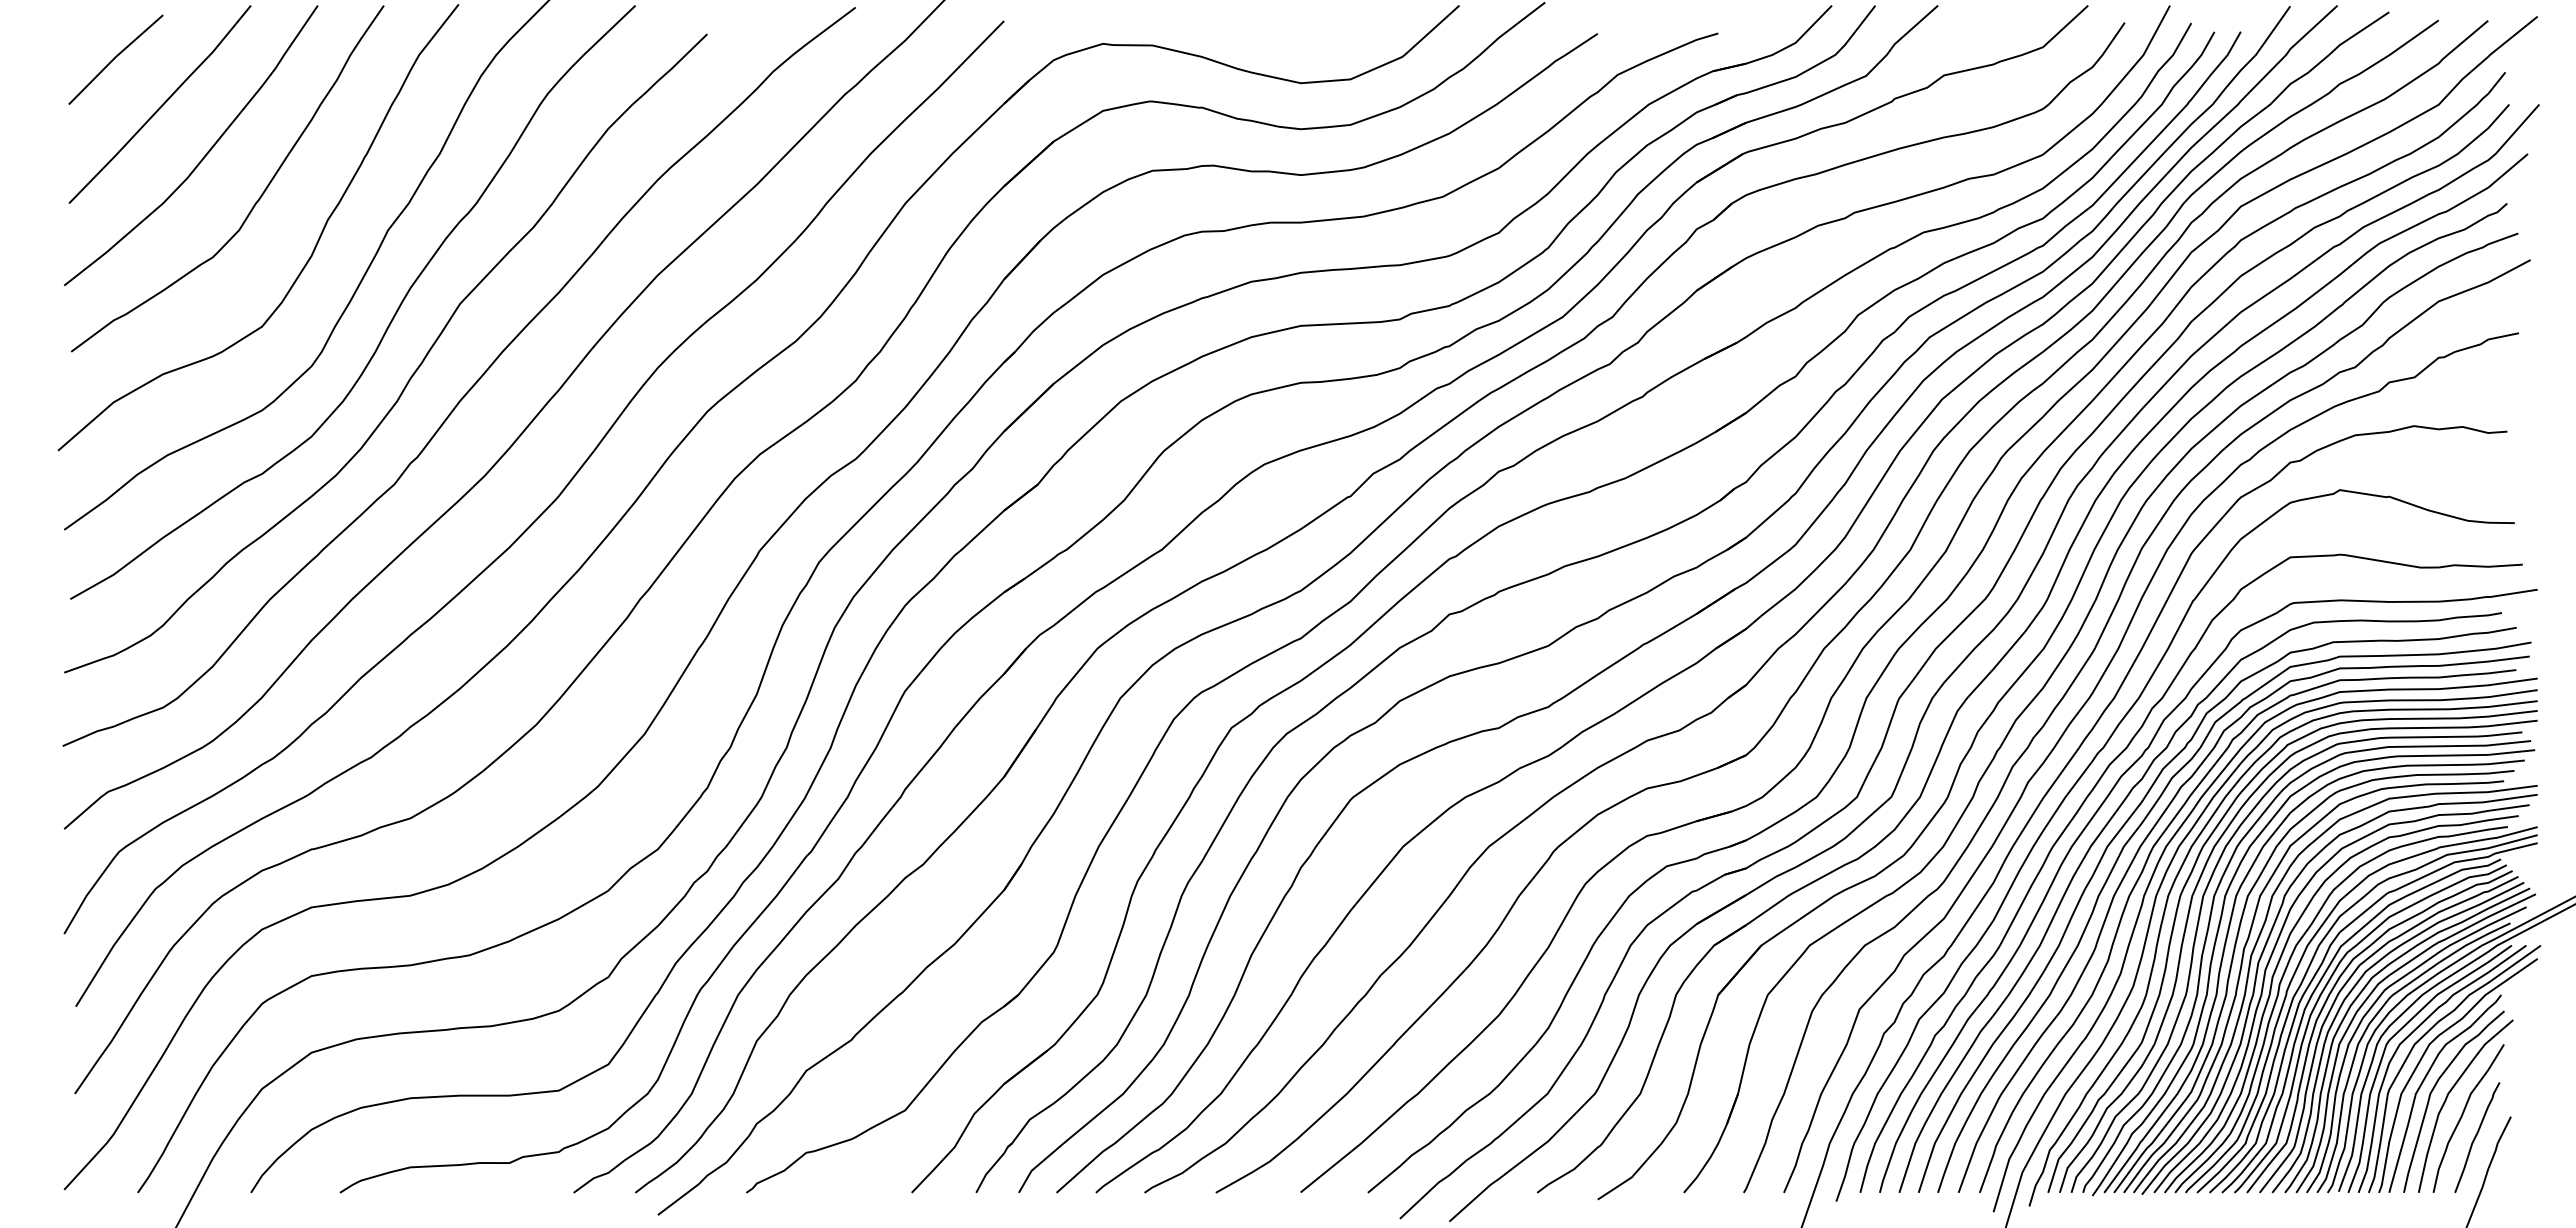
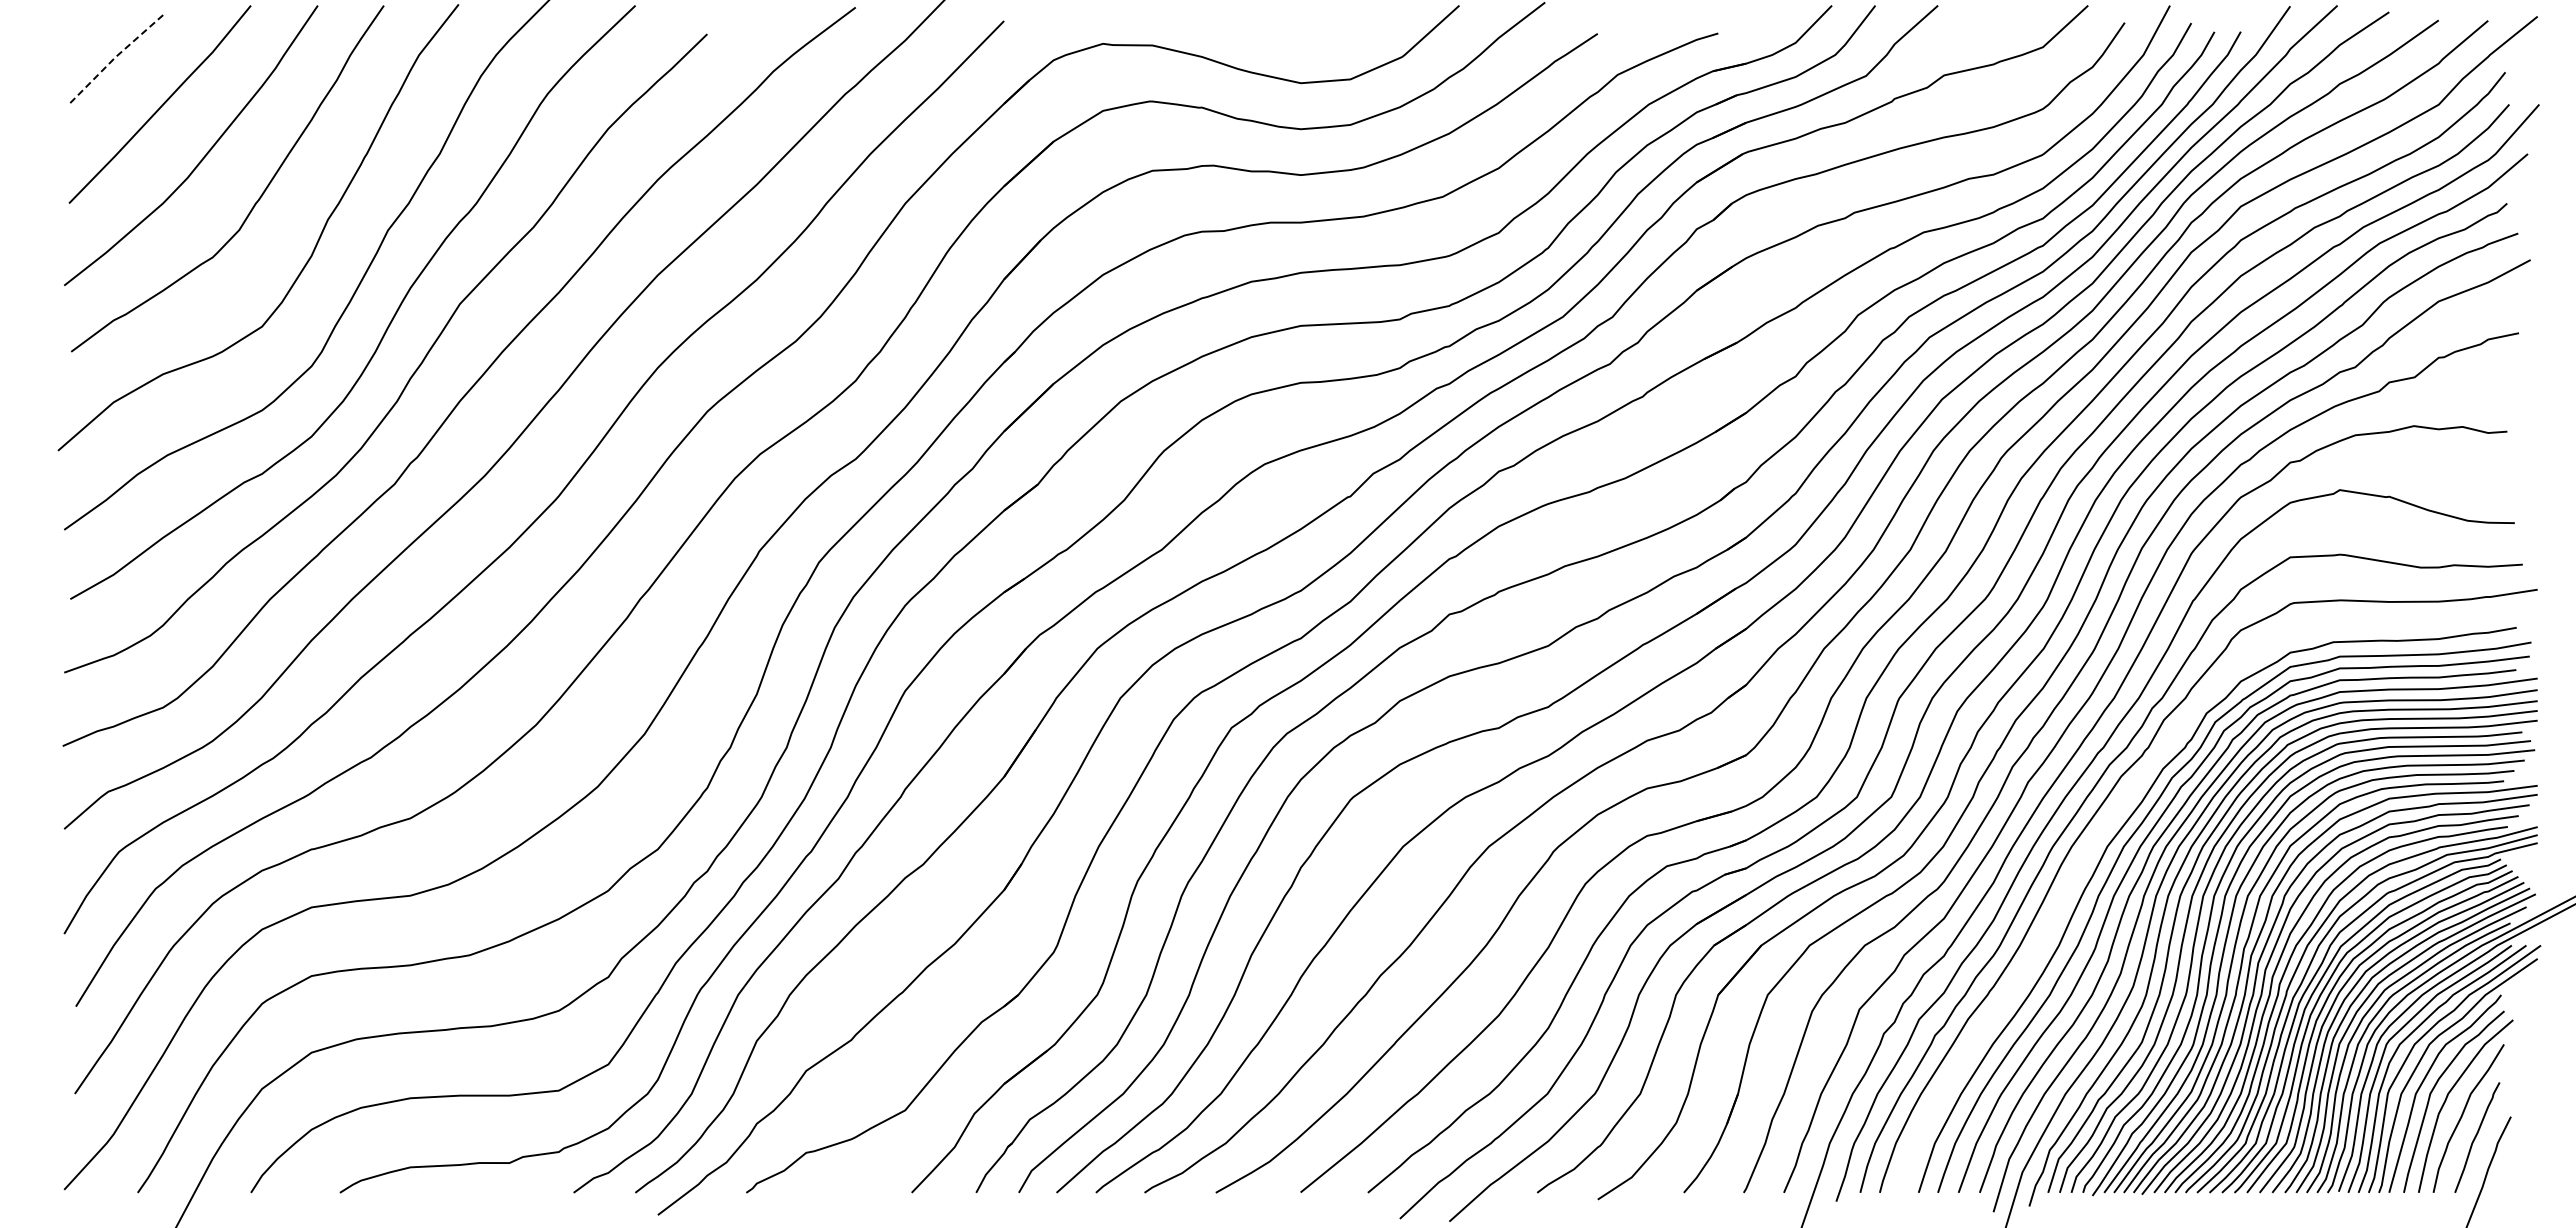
line at (115, 57): solid -> dashed
curve at (2102, 832): present -> none
